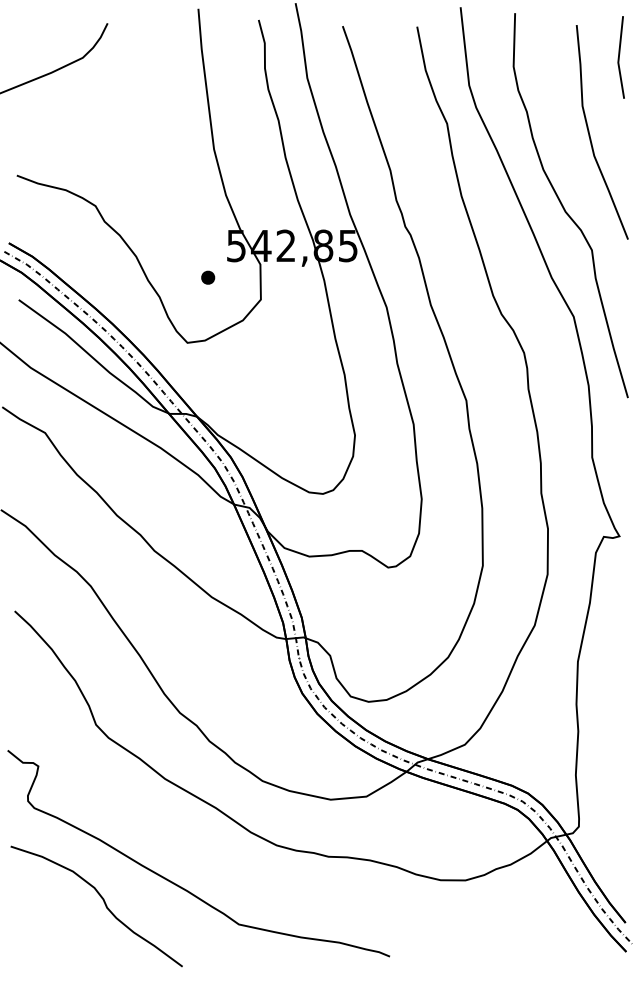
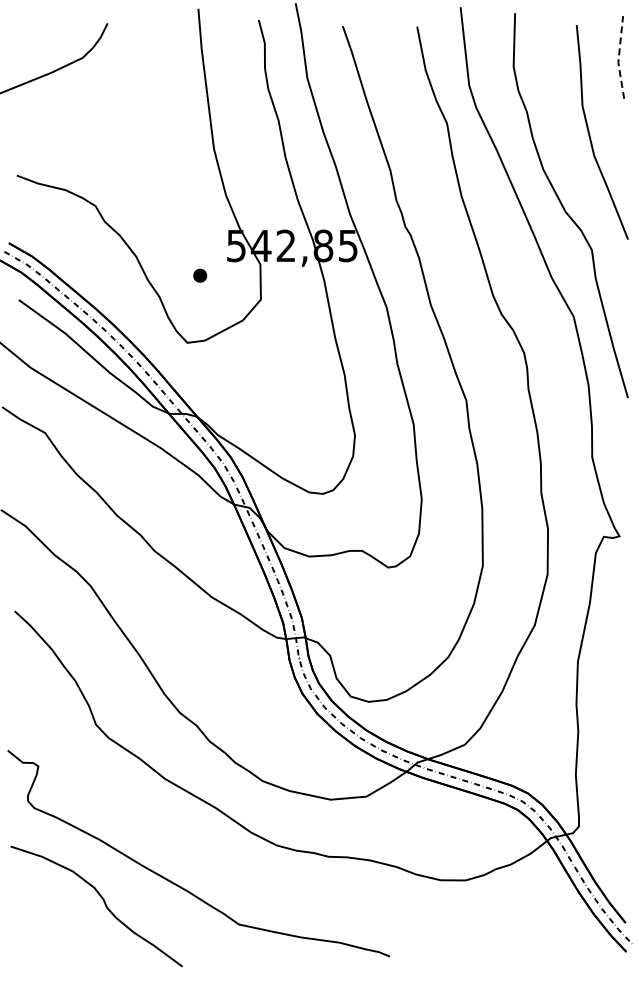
line at (618, 57): solid -> dashed
part at (208, 277) position: (208, 277) -> (200, 275)
